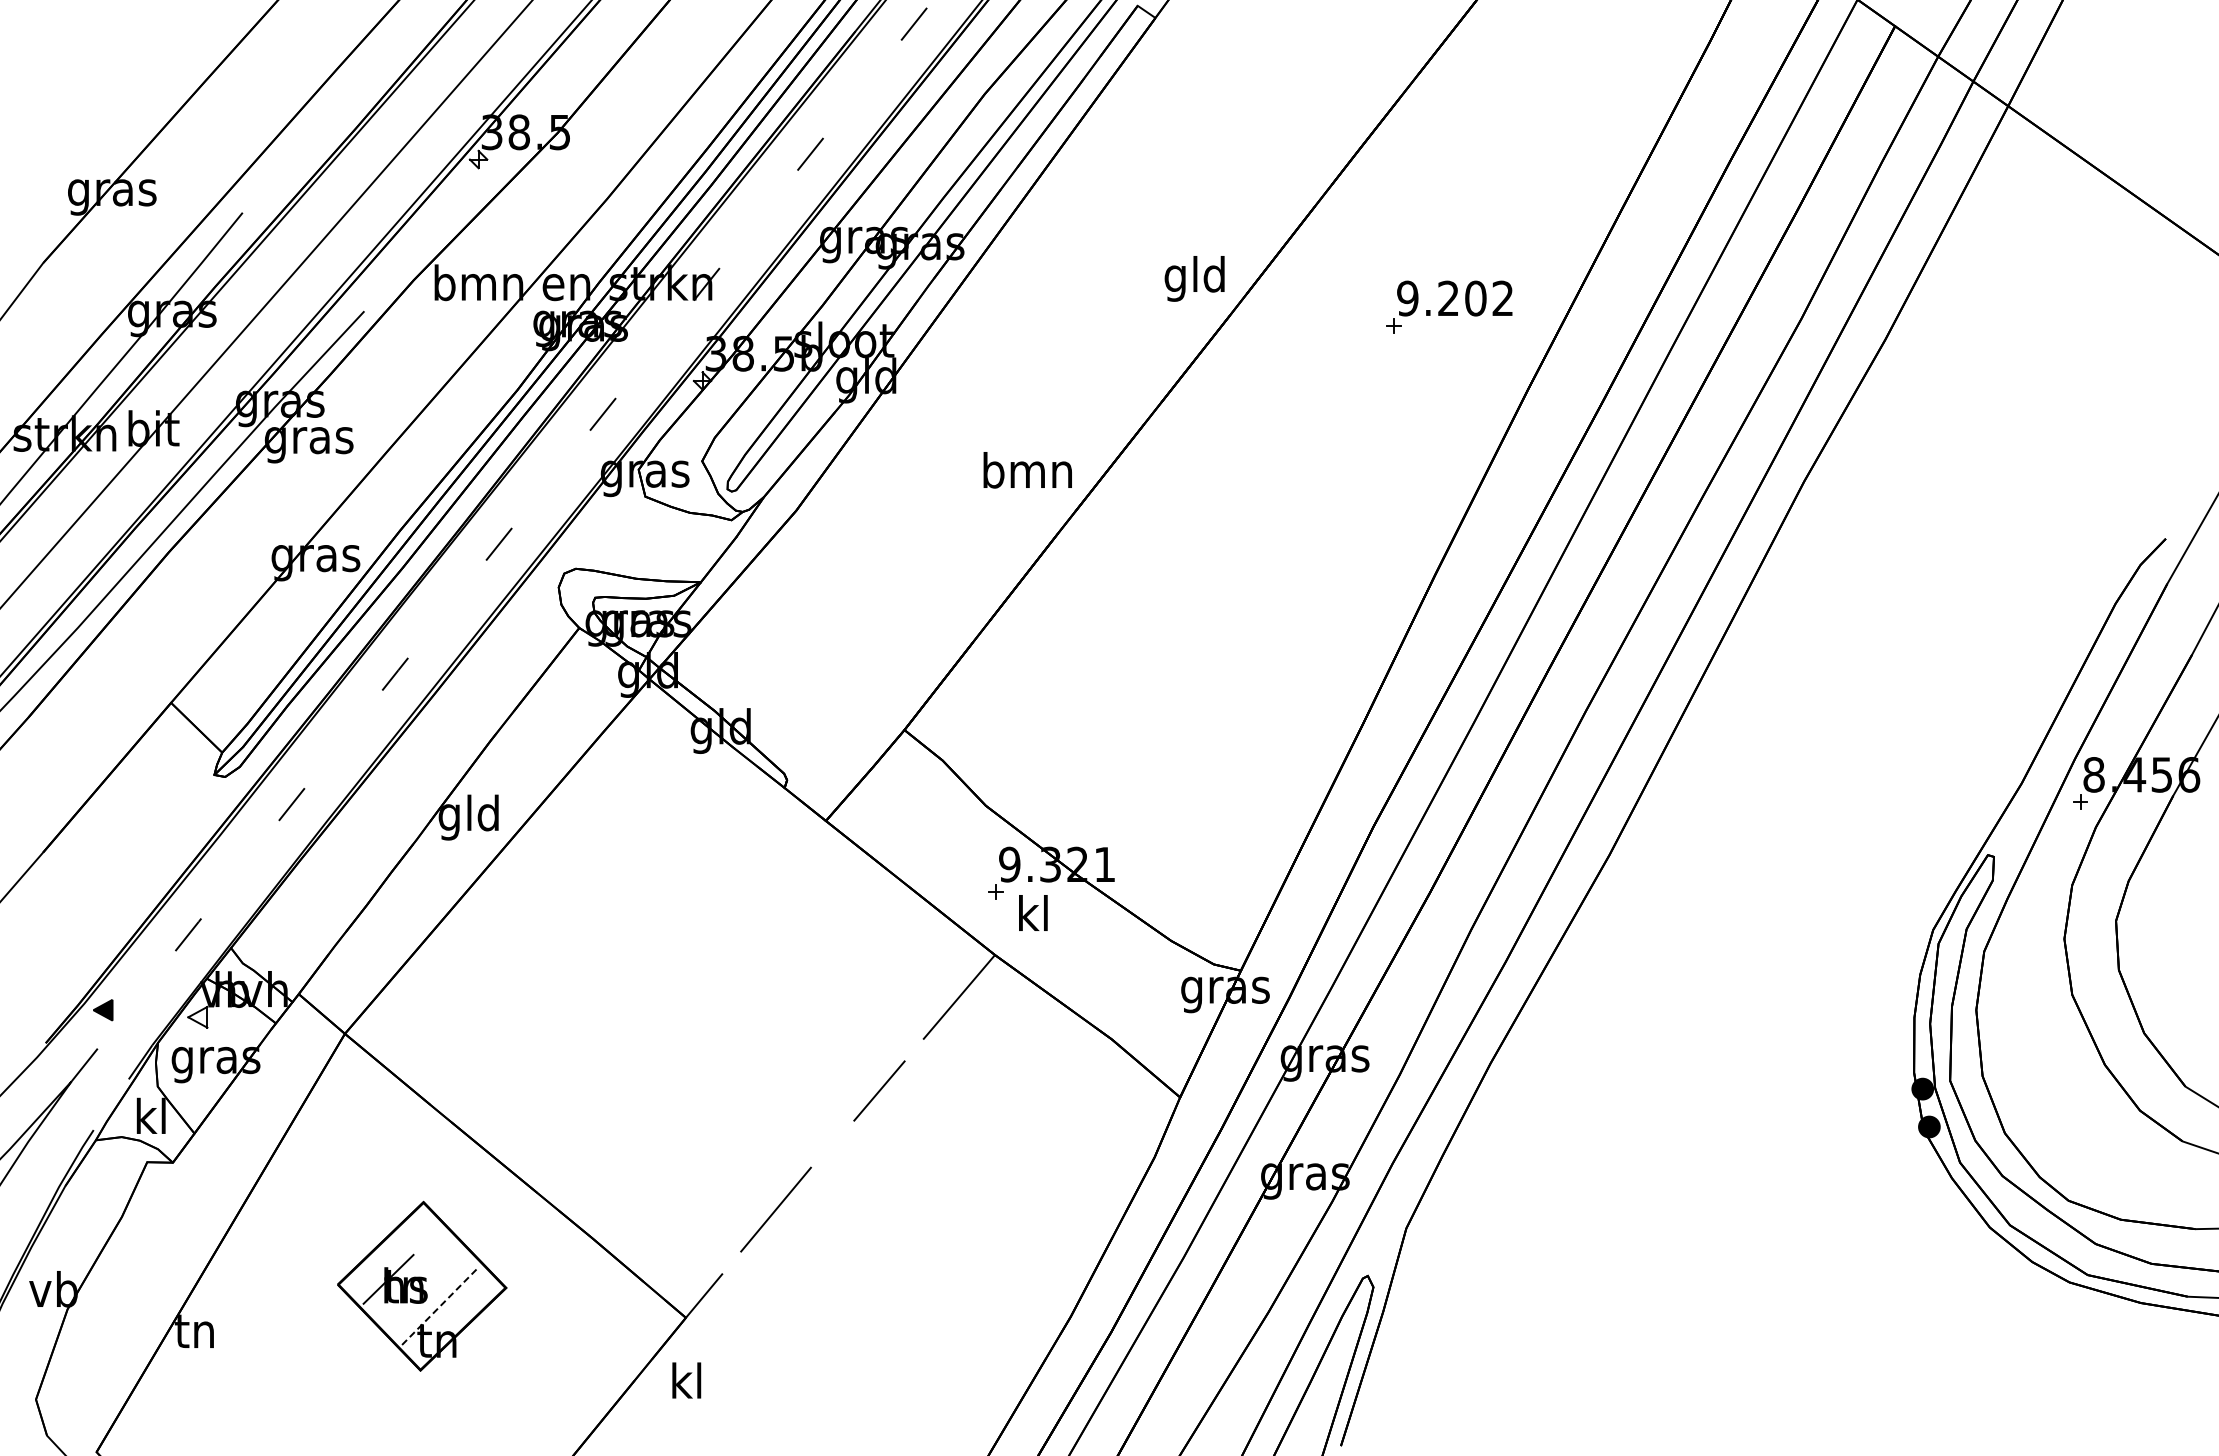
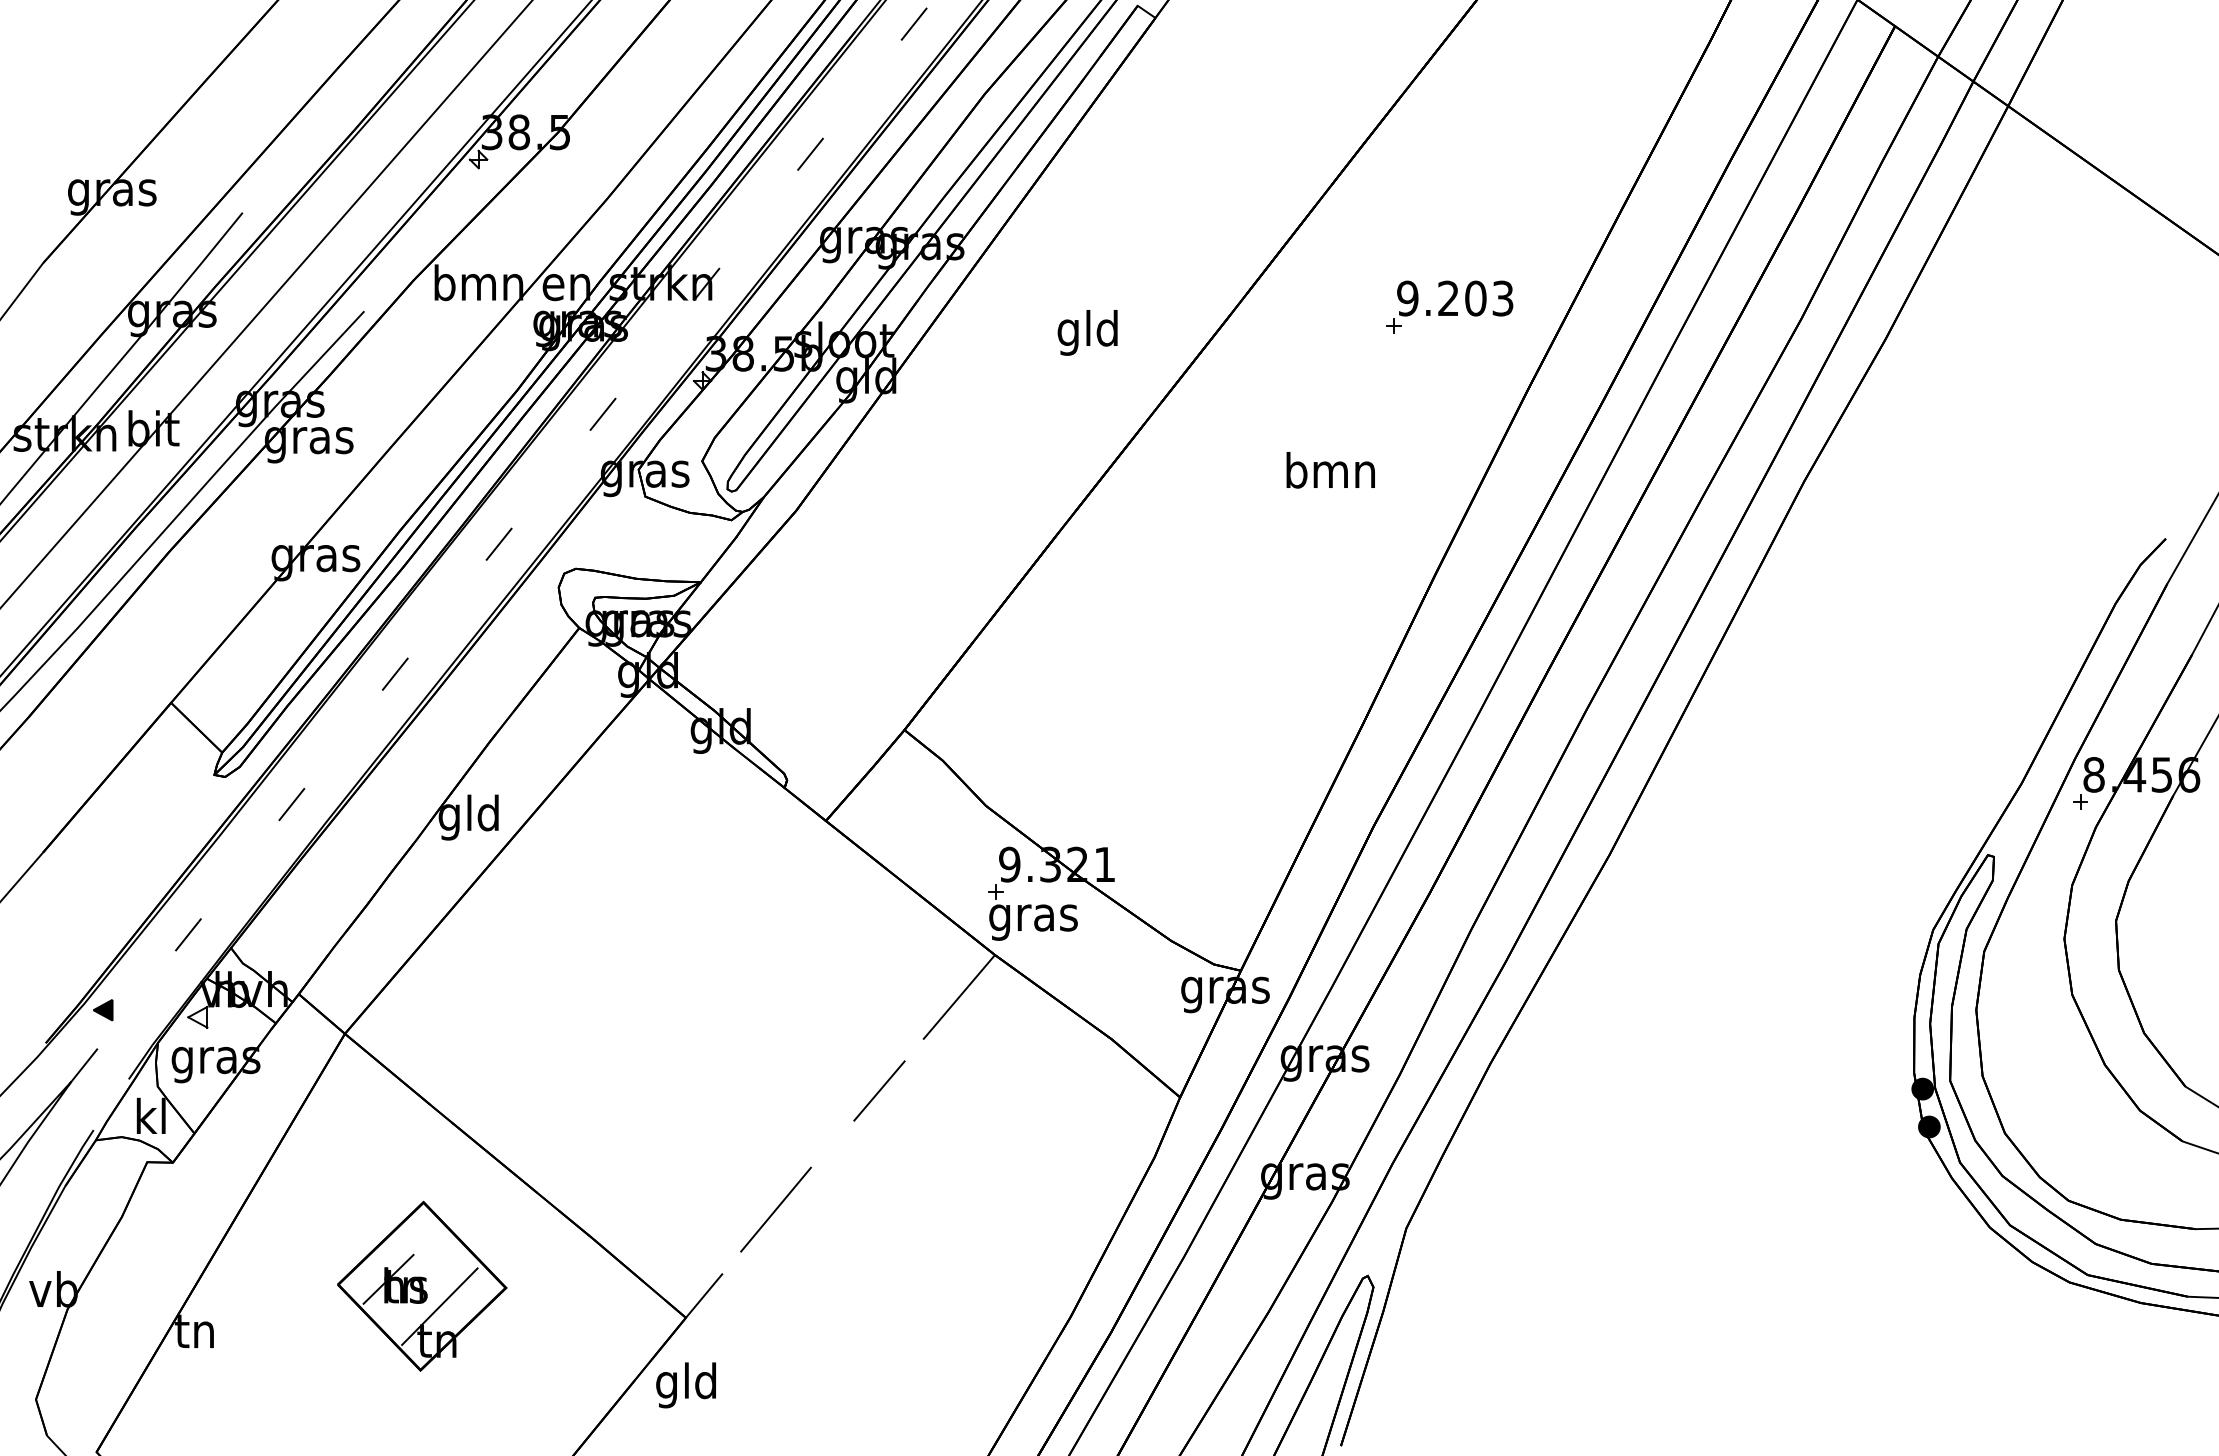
text at (1194, 278) position: (1194, 278) -> (1087, 332)
text at (1502, 298): 9.202 -> 9.203
text at (1027, 470) position: (1027, 470) -> (1330, 470)
text at (1033, 917): kl -> gras
line at (439, 1306): dashed -> solid
text at (685, 1385): kl -> gld
